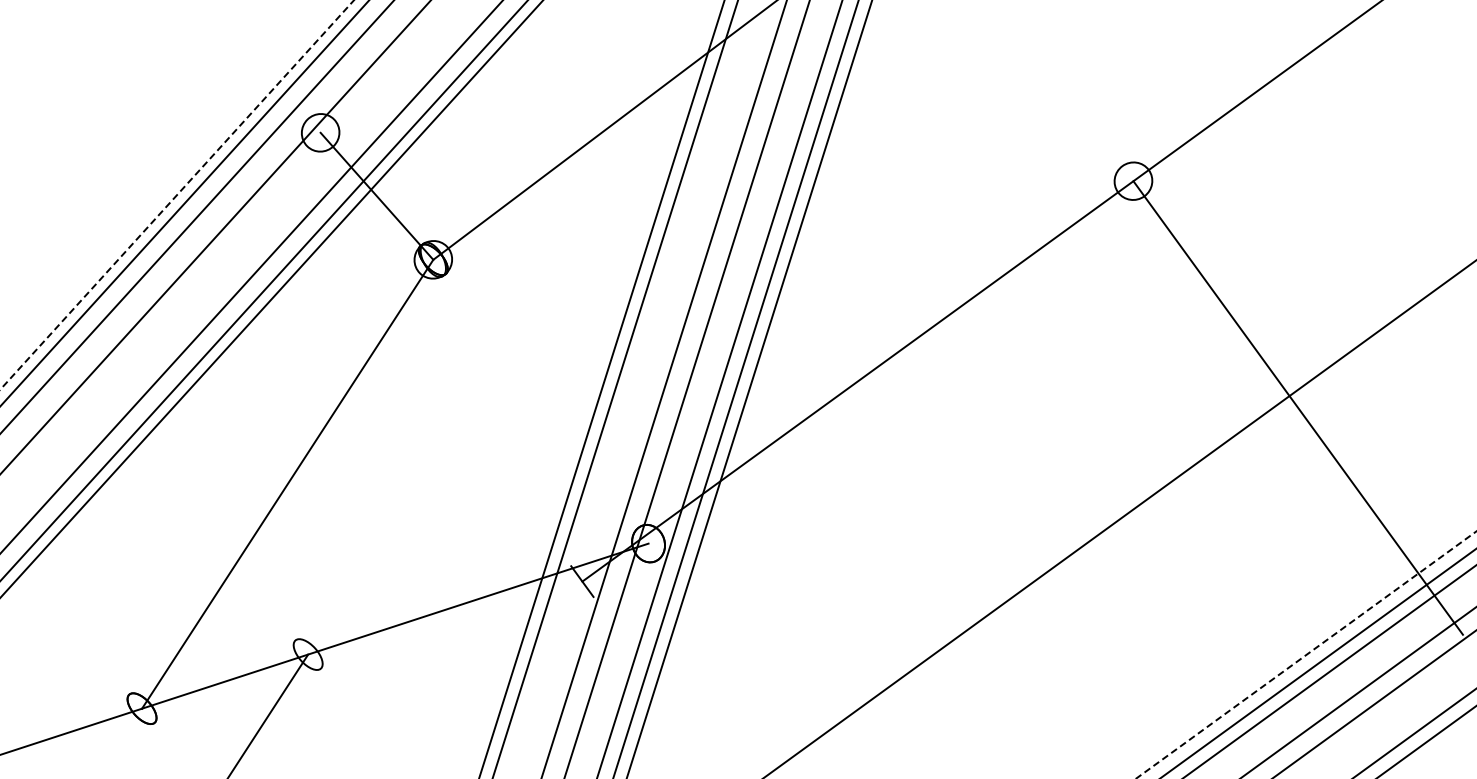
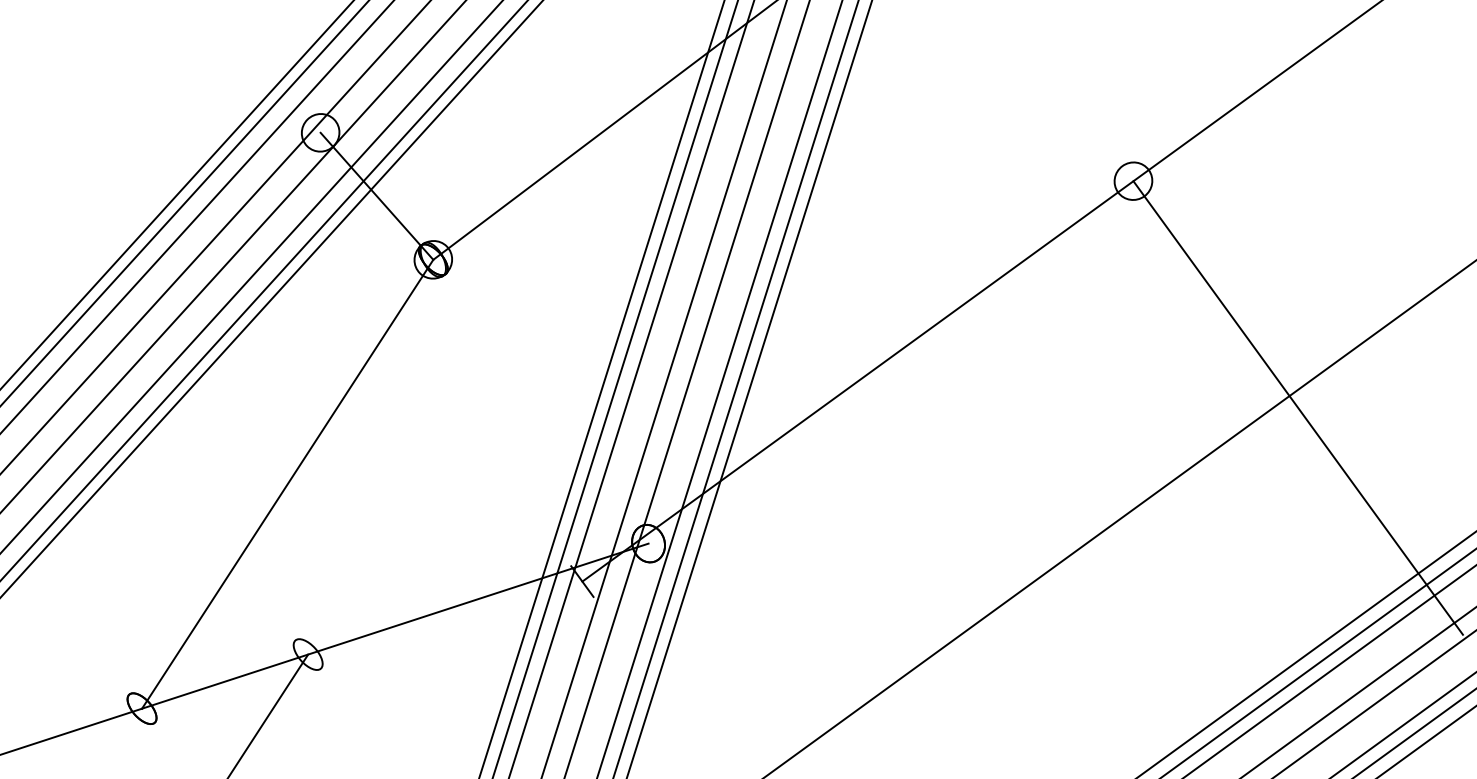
line at (177, 194): dashed -> solid
line at (233, 256): none -> present
line at (631, 388): none -> present
line at (1307, 654): dashed -> solid
line at (1403, 724): none -> present
